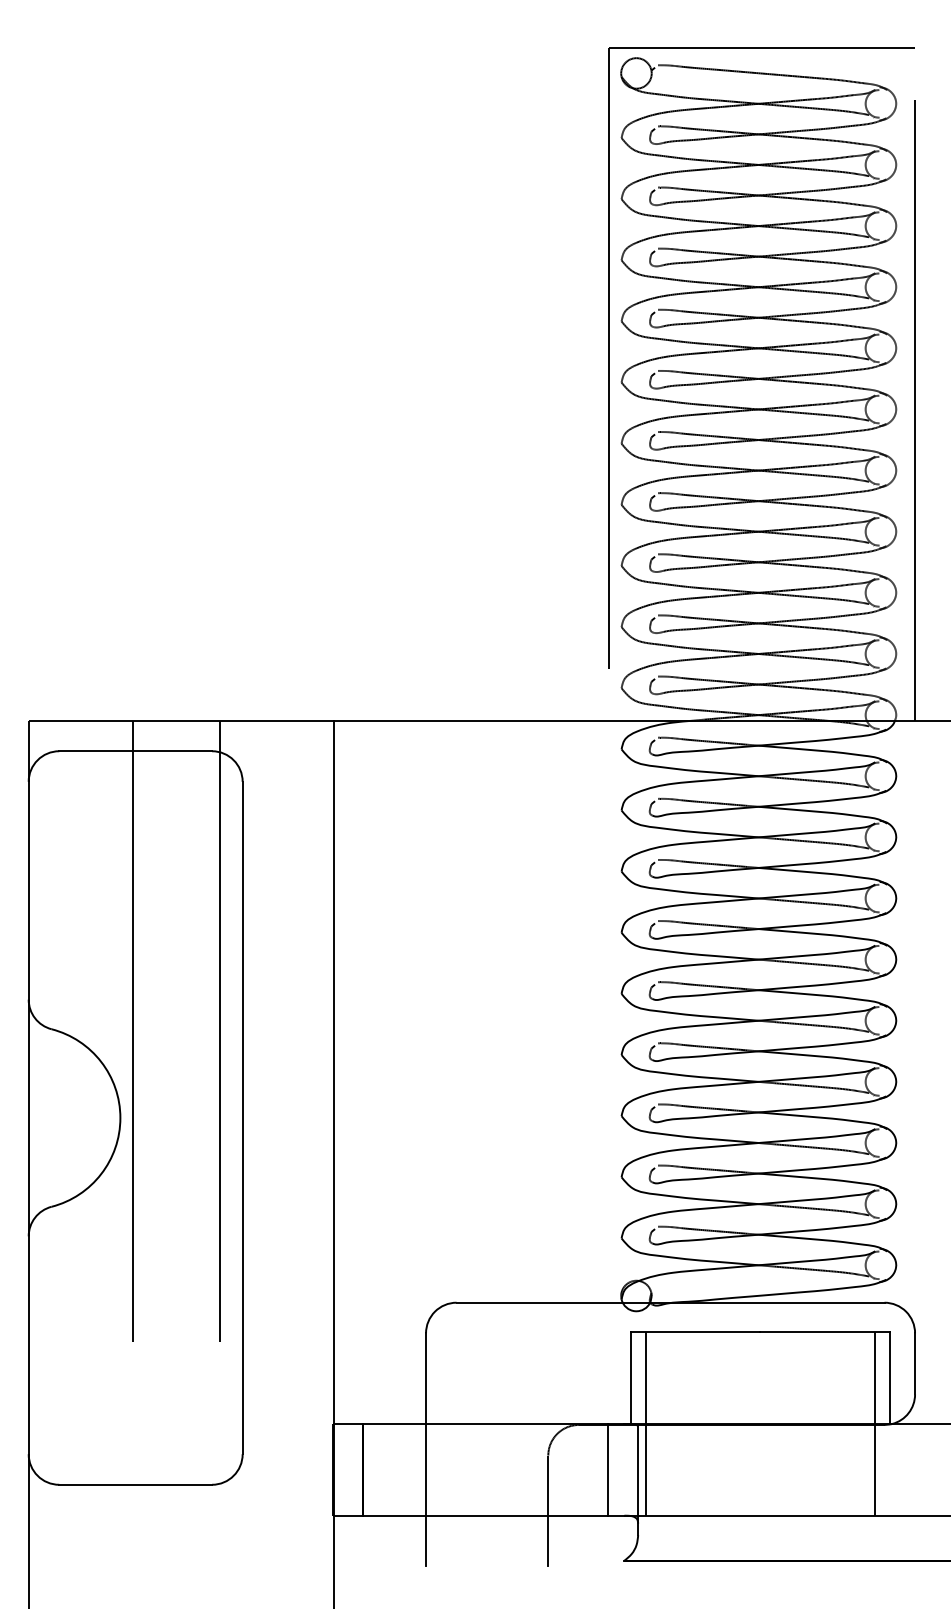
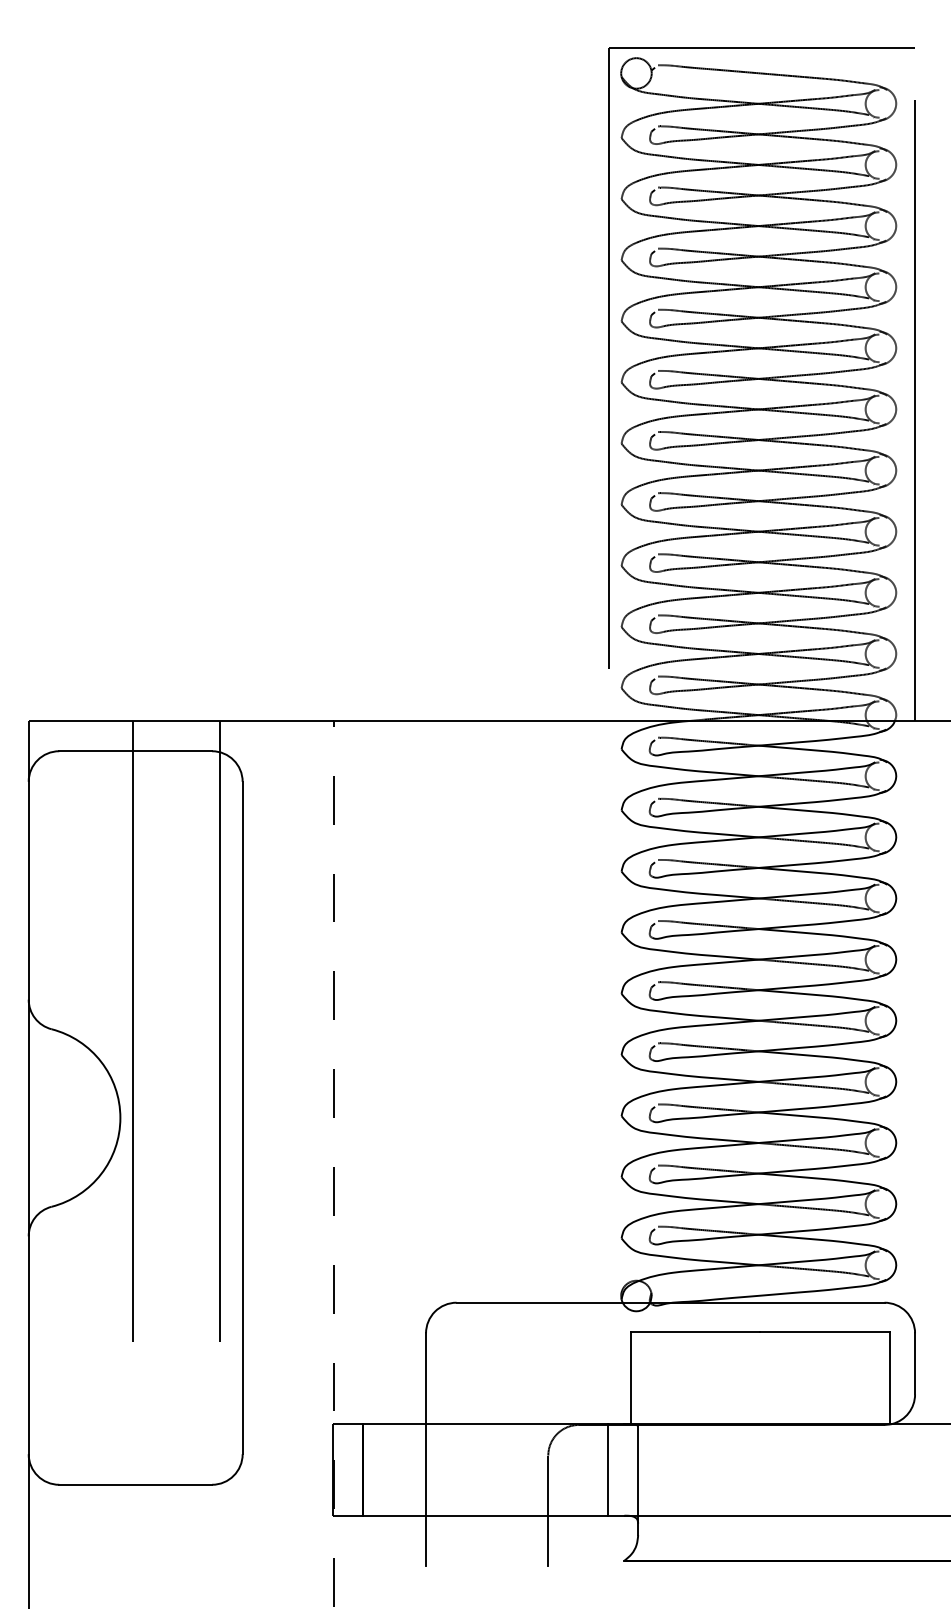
line at (334, 1164): solid -> dashed
line at (645, 1423): present -> none
line at (875, 1423): present -> none
